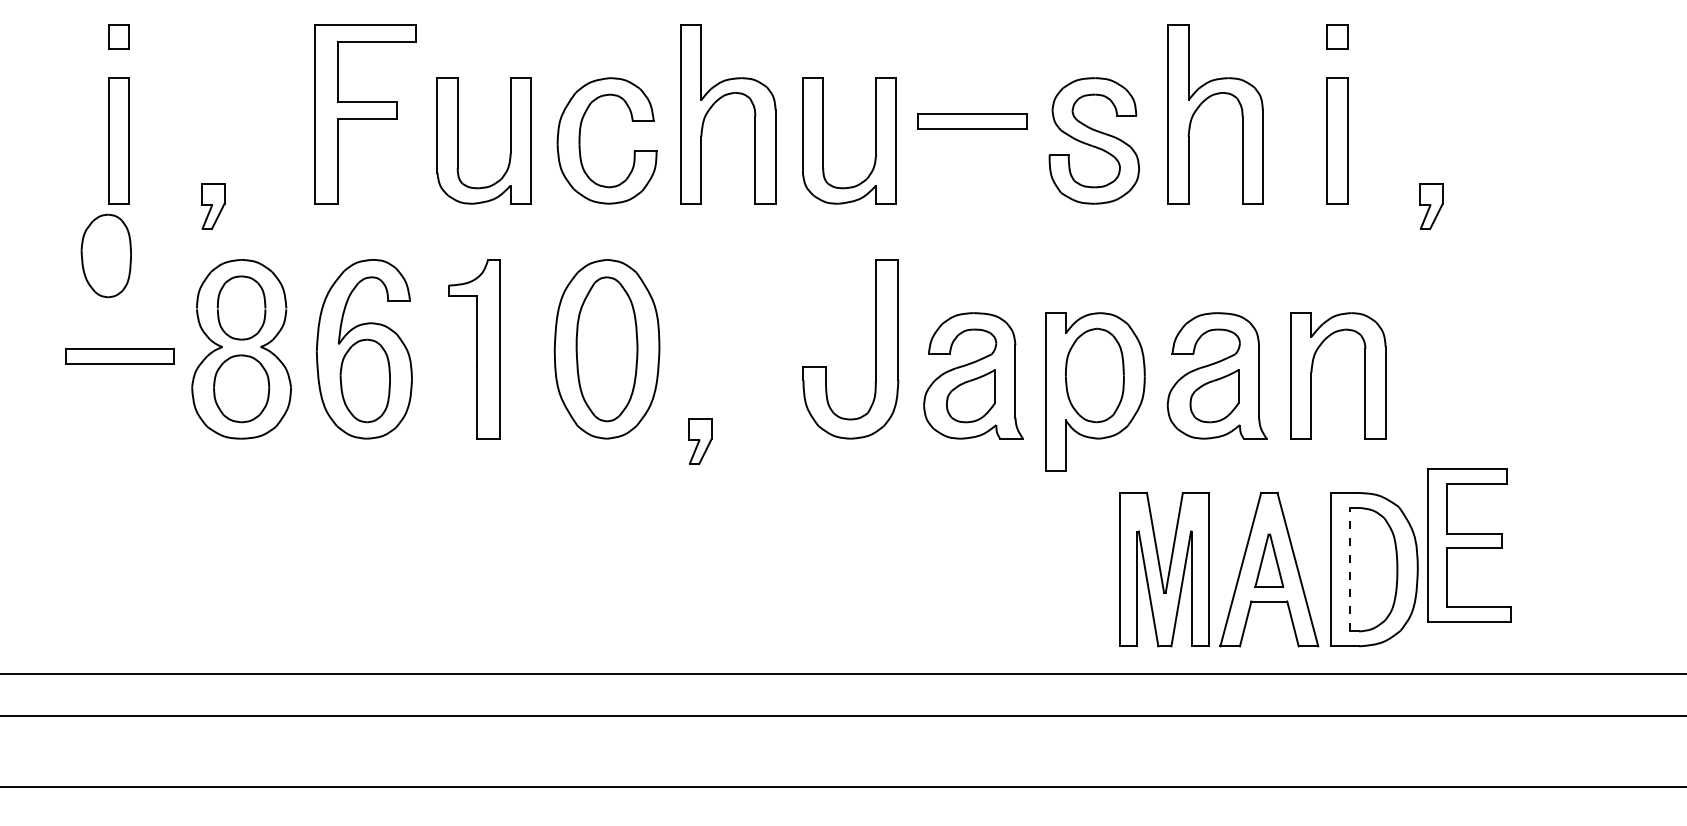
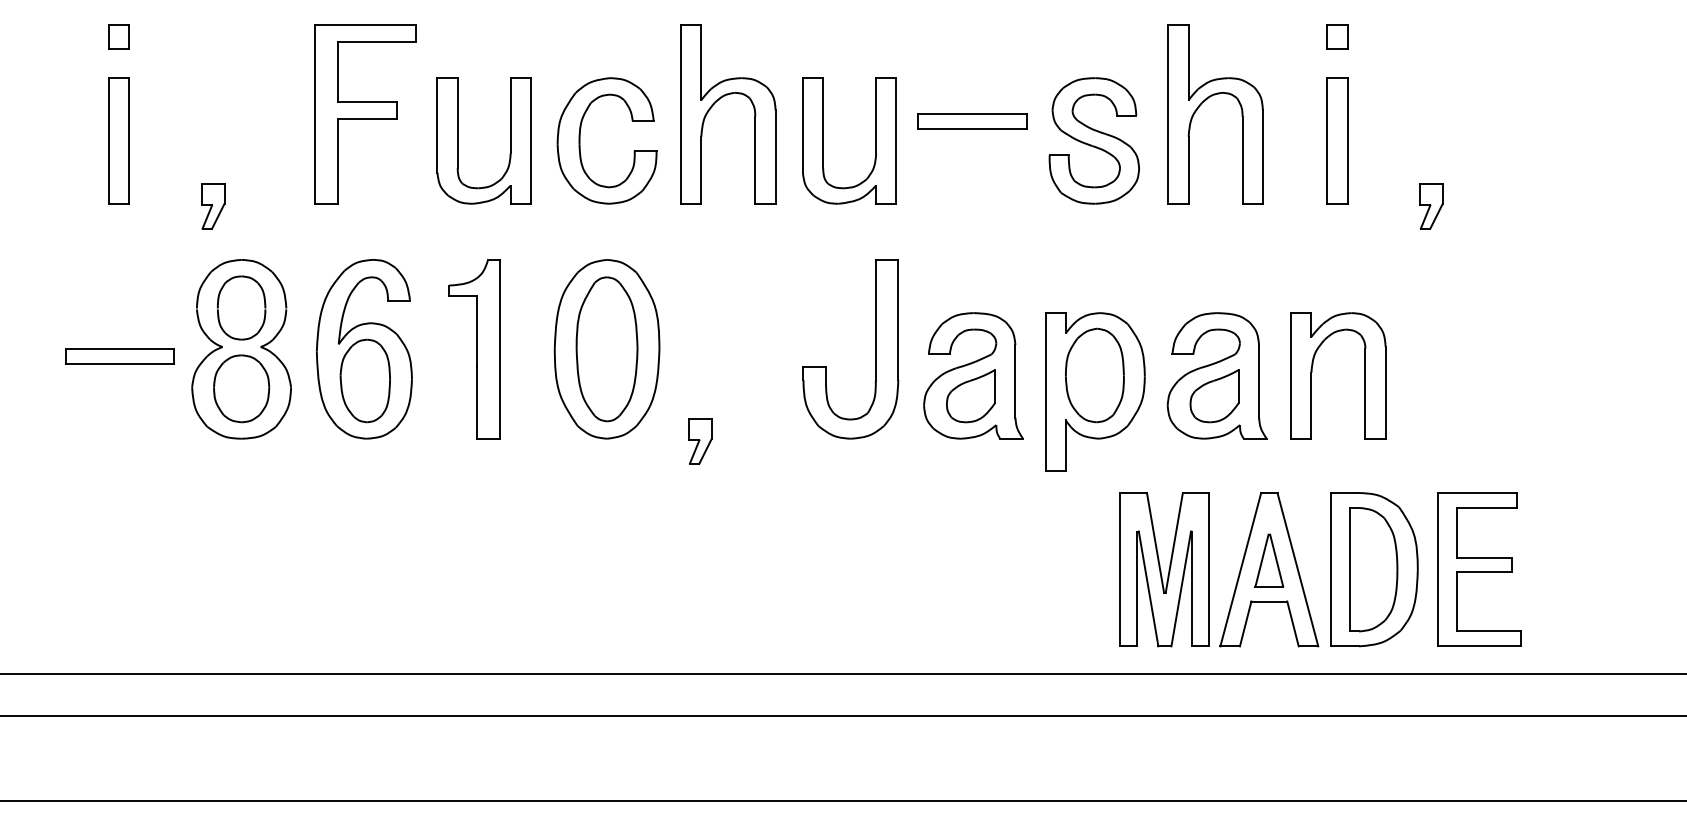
part at (105, 255): present -> none
part at (1469, 545) position: (1469, 545) -> (1479, 569)
line at (1350, 569): dashed -> solid
line at (842, 787) position: (842, 787) -> (842, 801)
